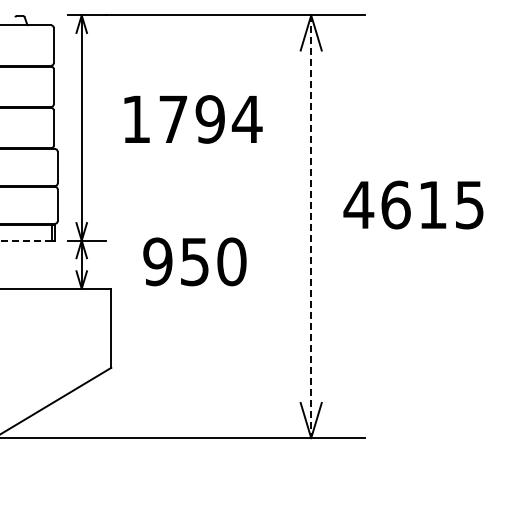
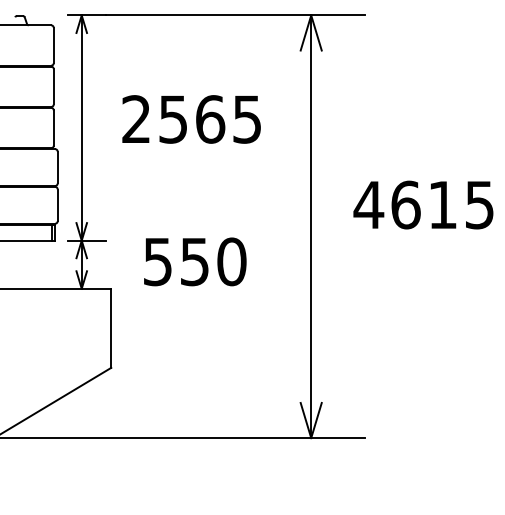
text at (192, 119): 1794 -> 2565
text at (413, 204) position: (413, 204) -> (423, 204)
line at (311, 227): dashed -> solid
line at (25, 241): dashed -> solid
text at (157, 261): 950 -> 550
